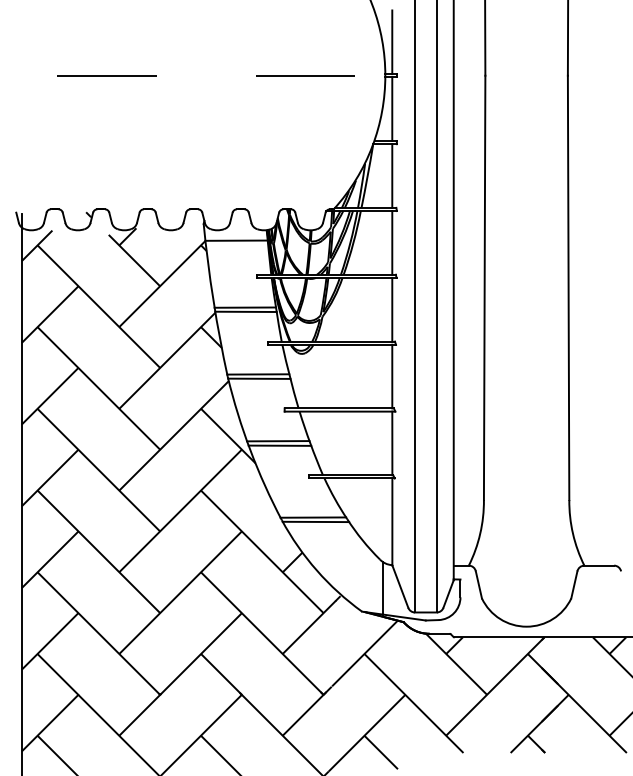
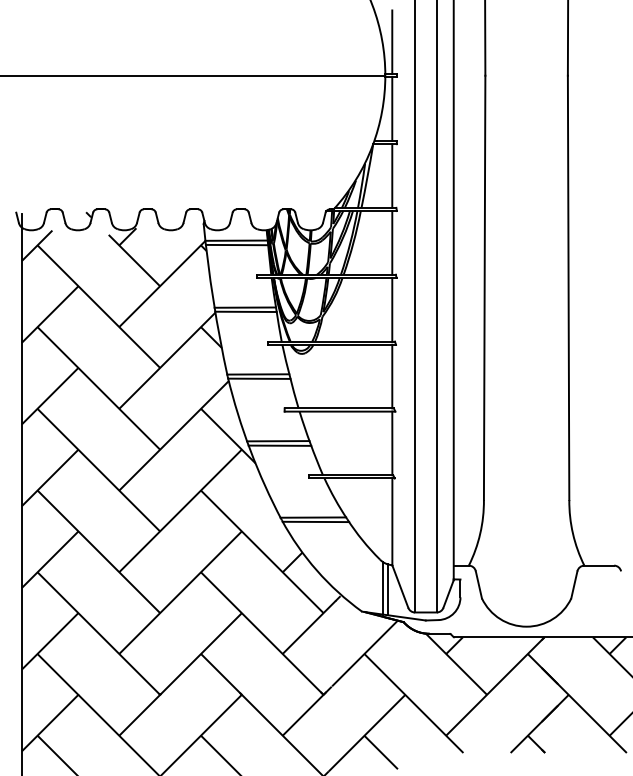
line at (193, 75): dashed -> solid
line at (236, 244): none -> present
line at (388, 589): none -> present
